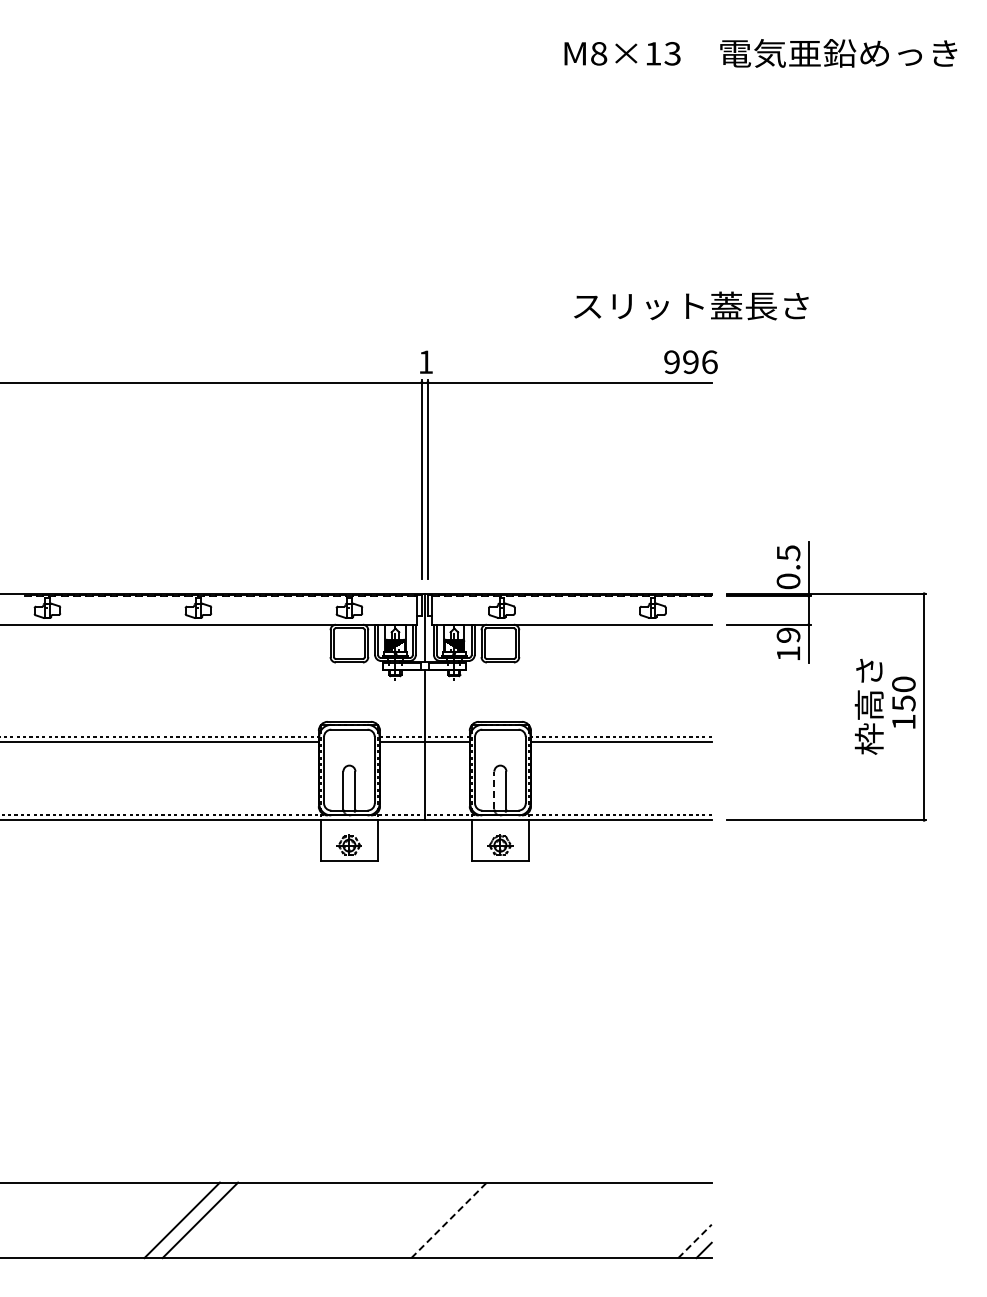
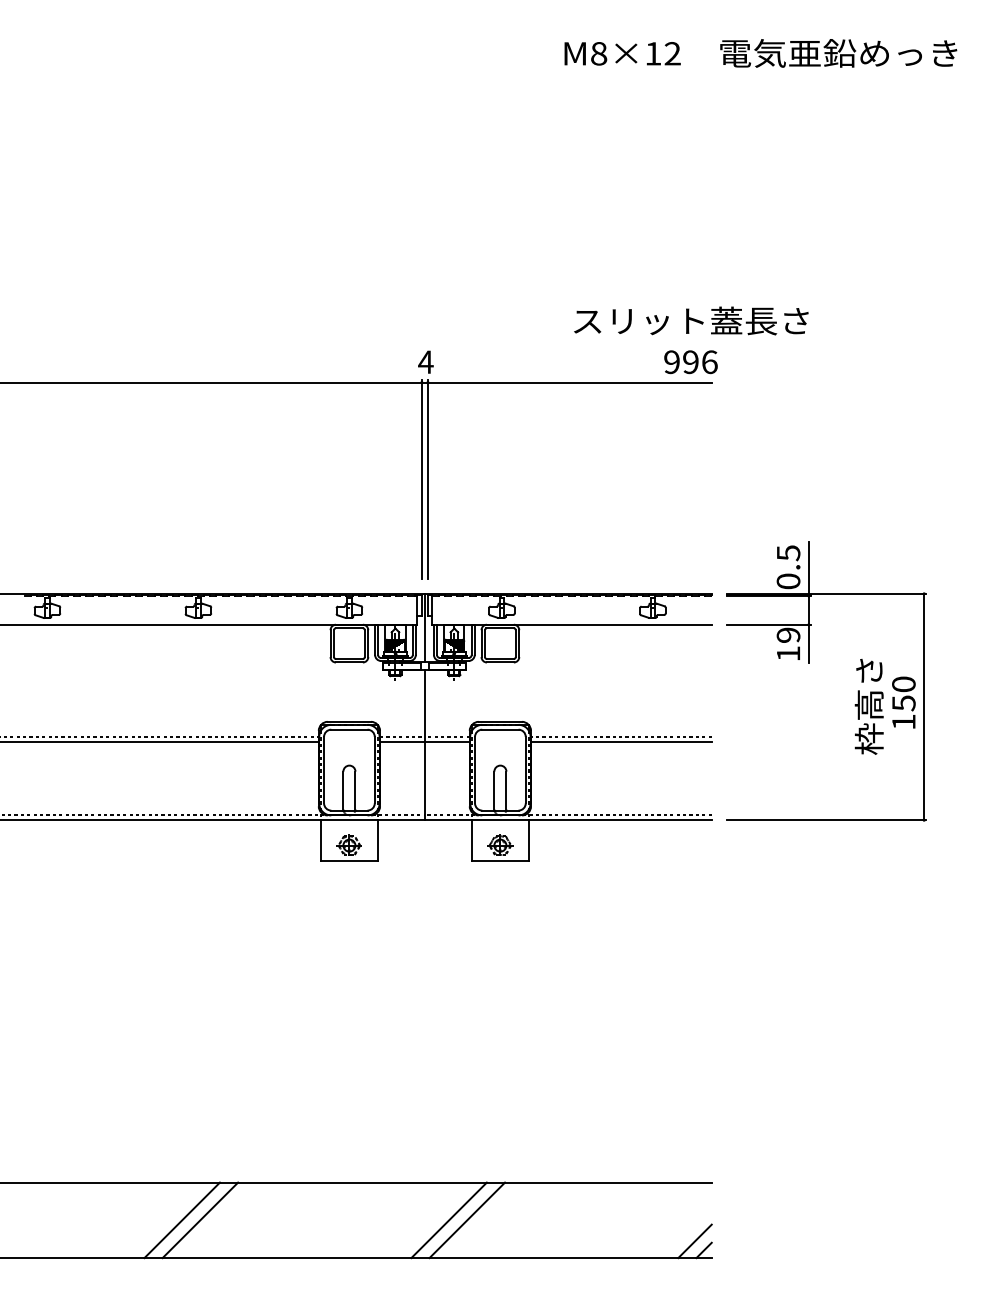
text at (672, 53): M8×13 -> M8×12
text at (691, 305) position: (691, 305) -> (691, 320)
text at (425, 361): 1 -> 4
line at (494, 790): dashed -> solid
line at (449, 1219): dashed -> solid
line at (467, 1220): none -> present
line at (695, 1241): dashed -> solid
